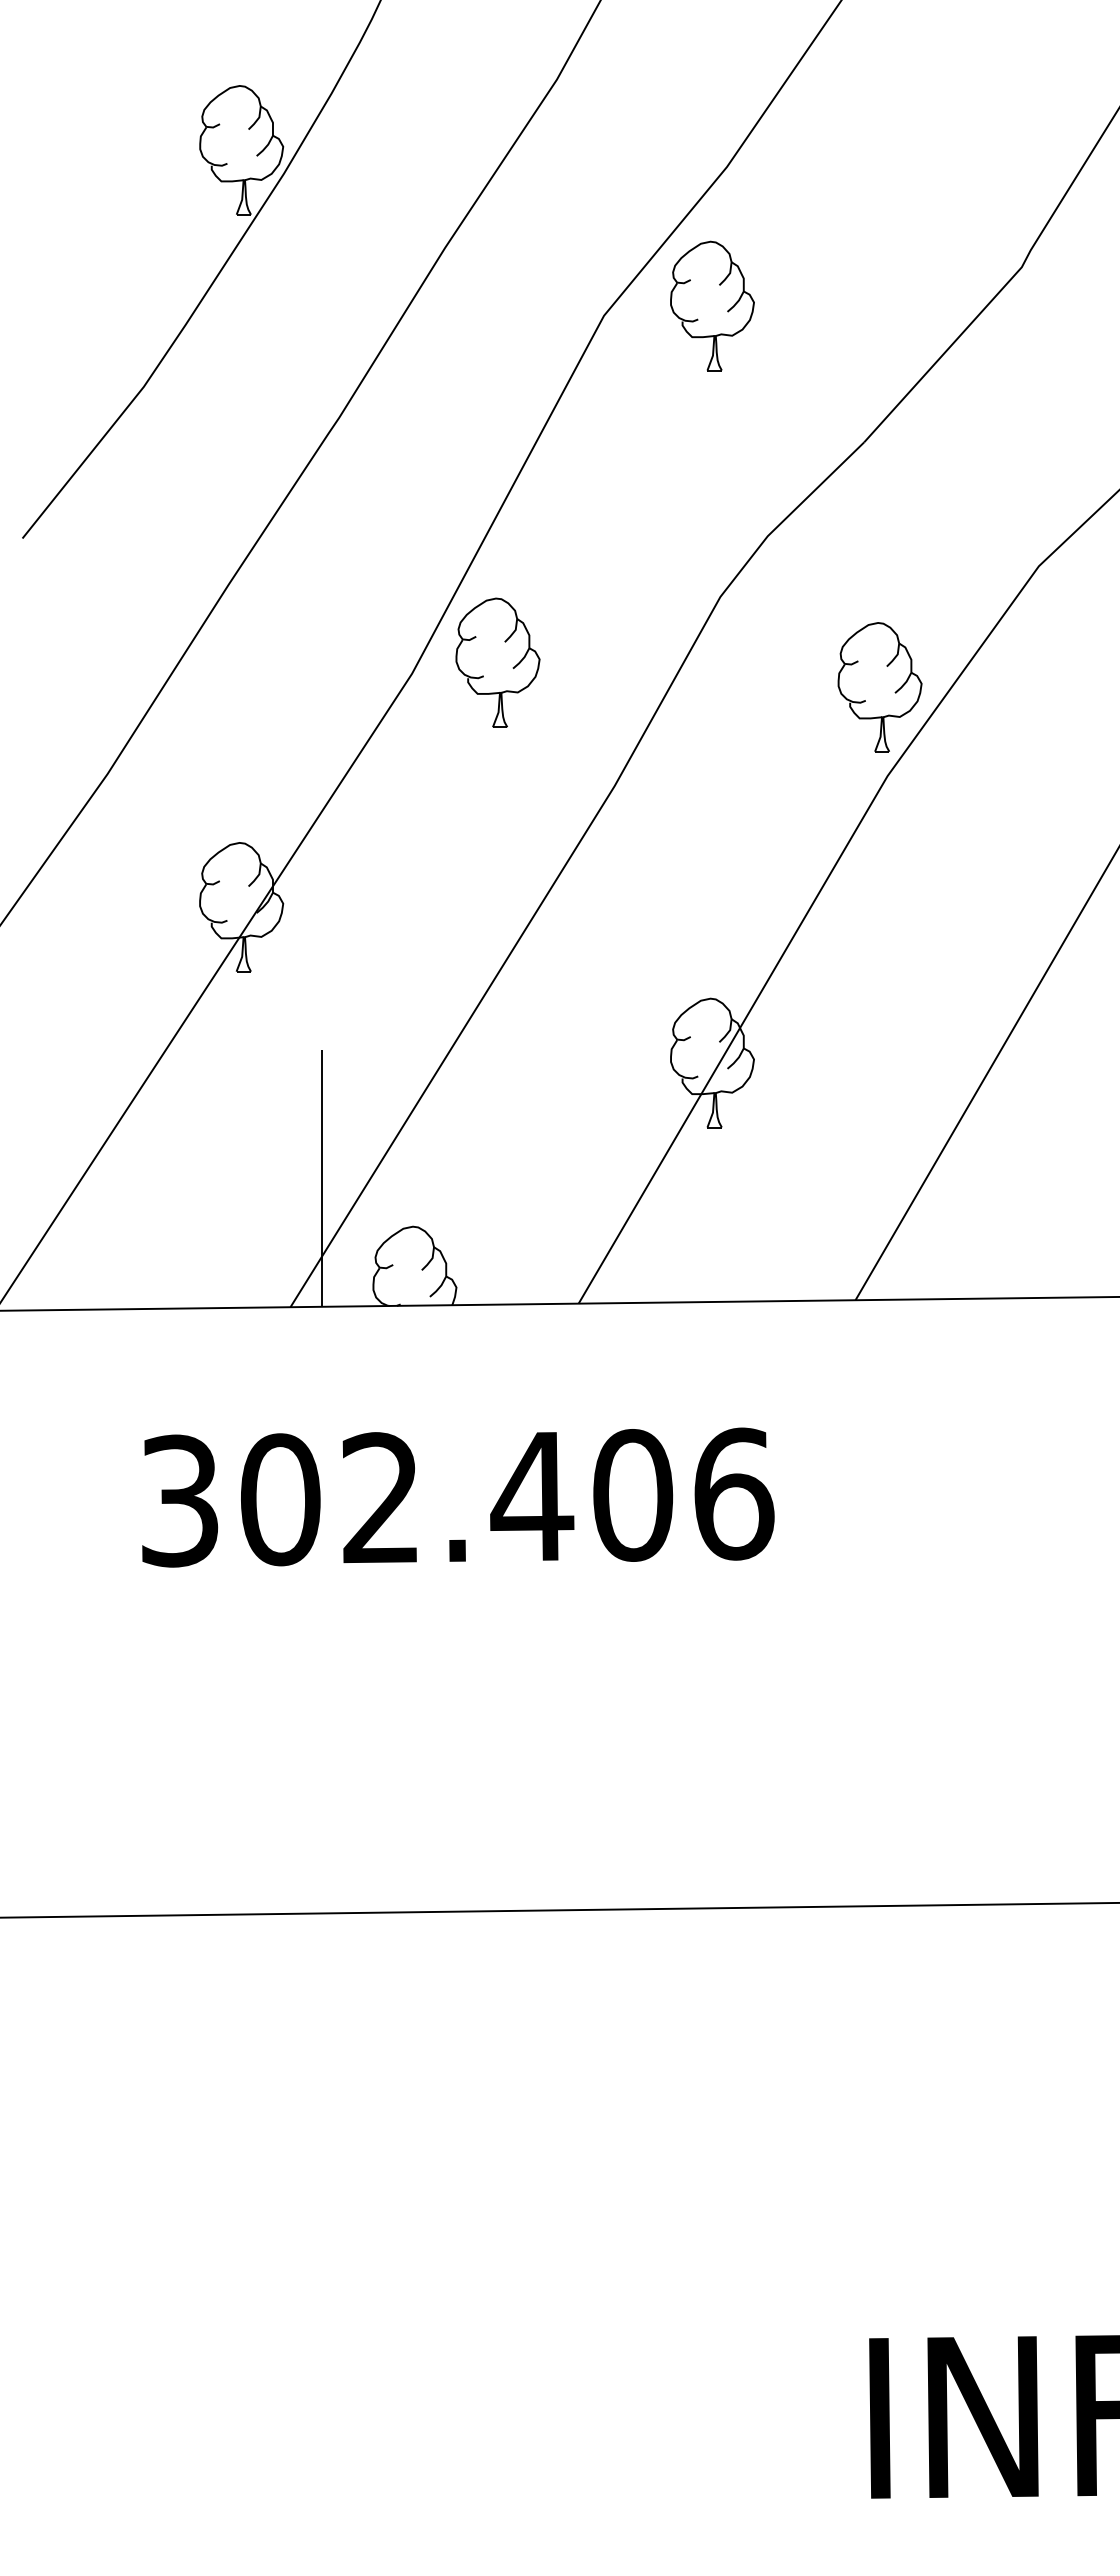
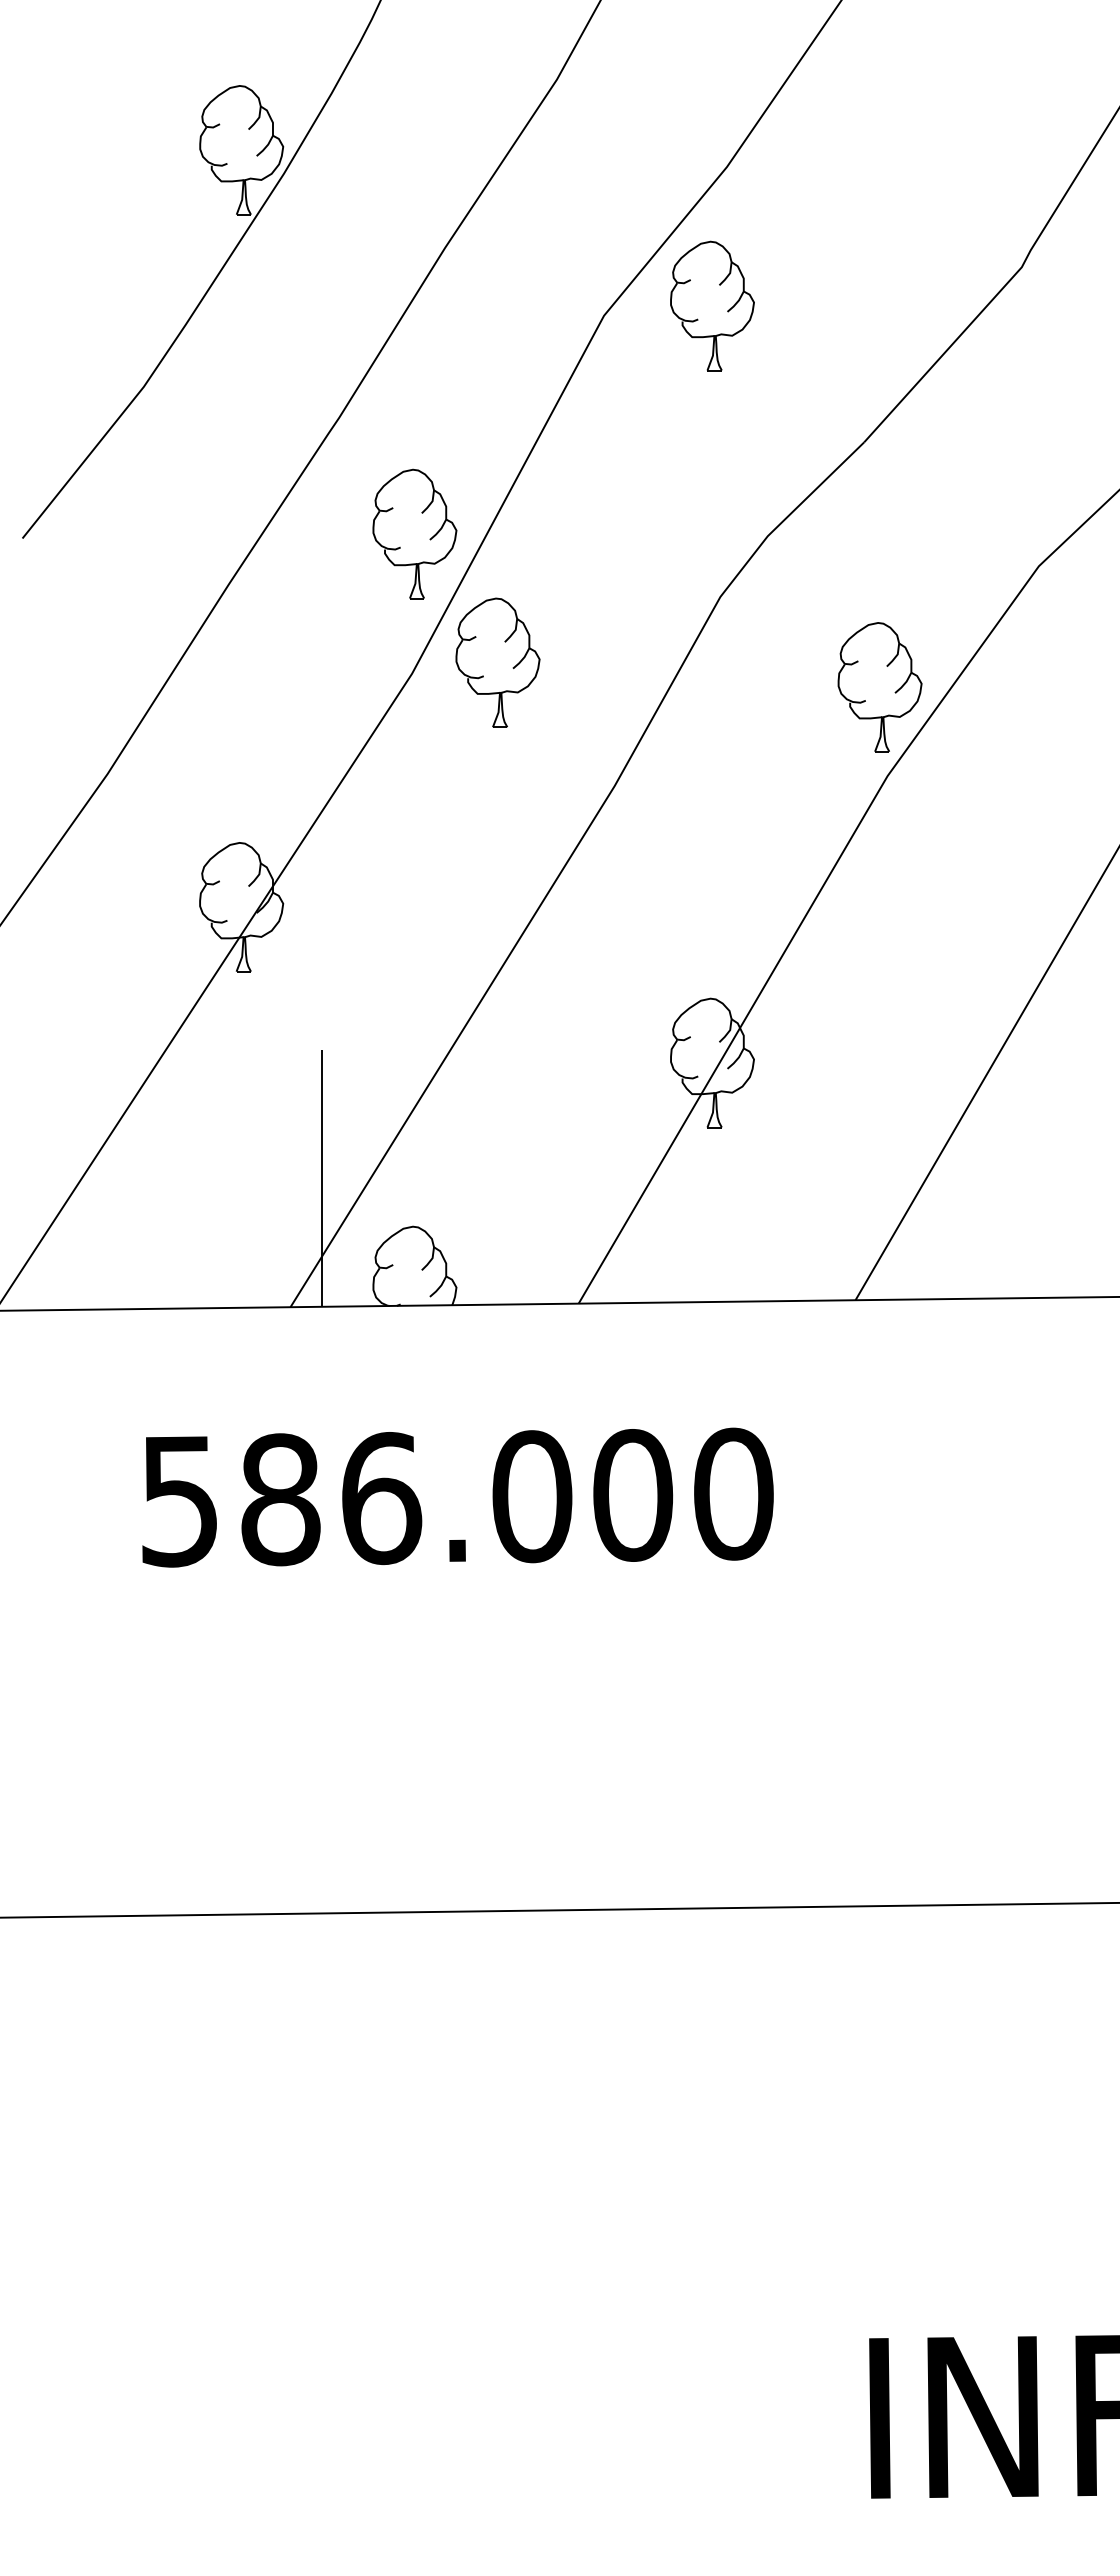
part at (414, 533): none -> present
text at (458, 1497): 302.406 -> 586.000
